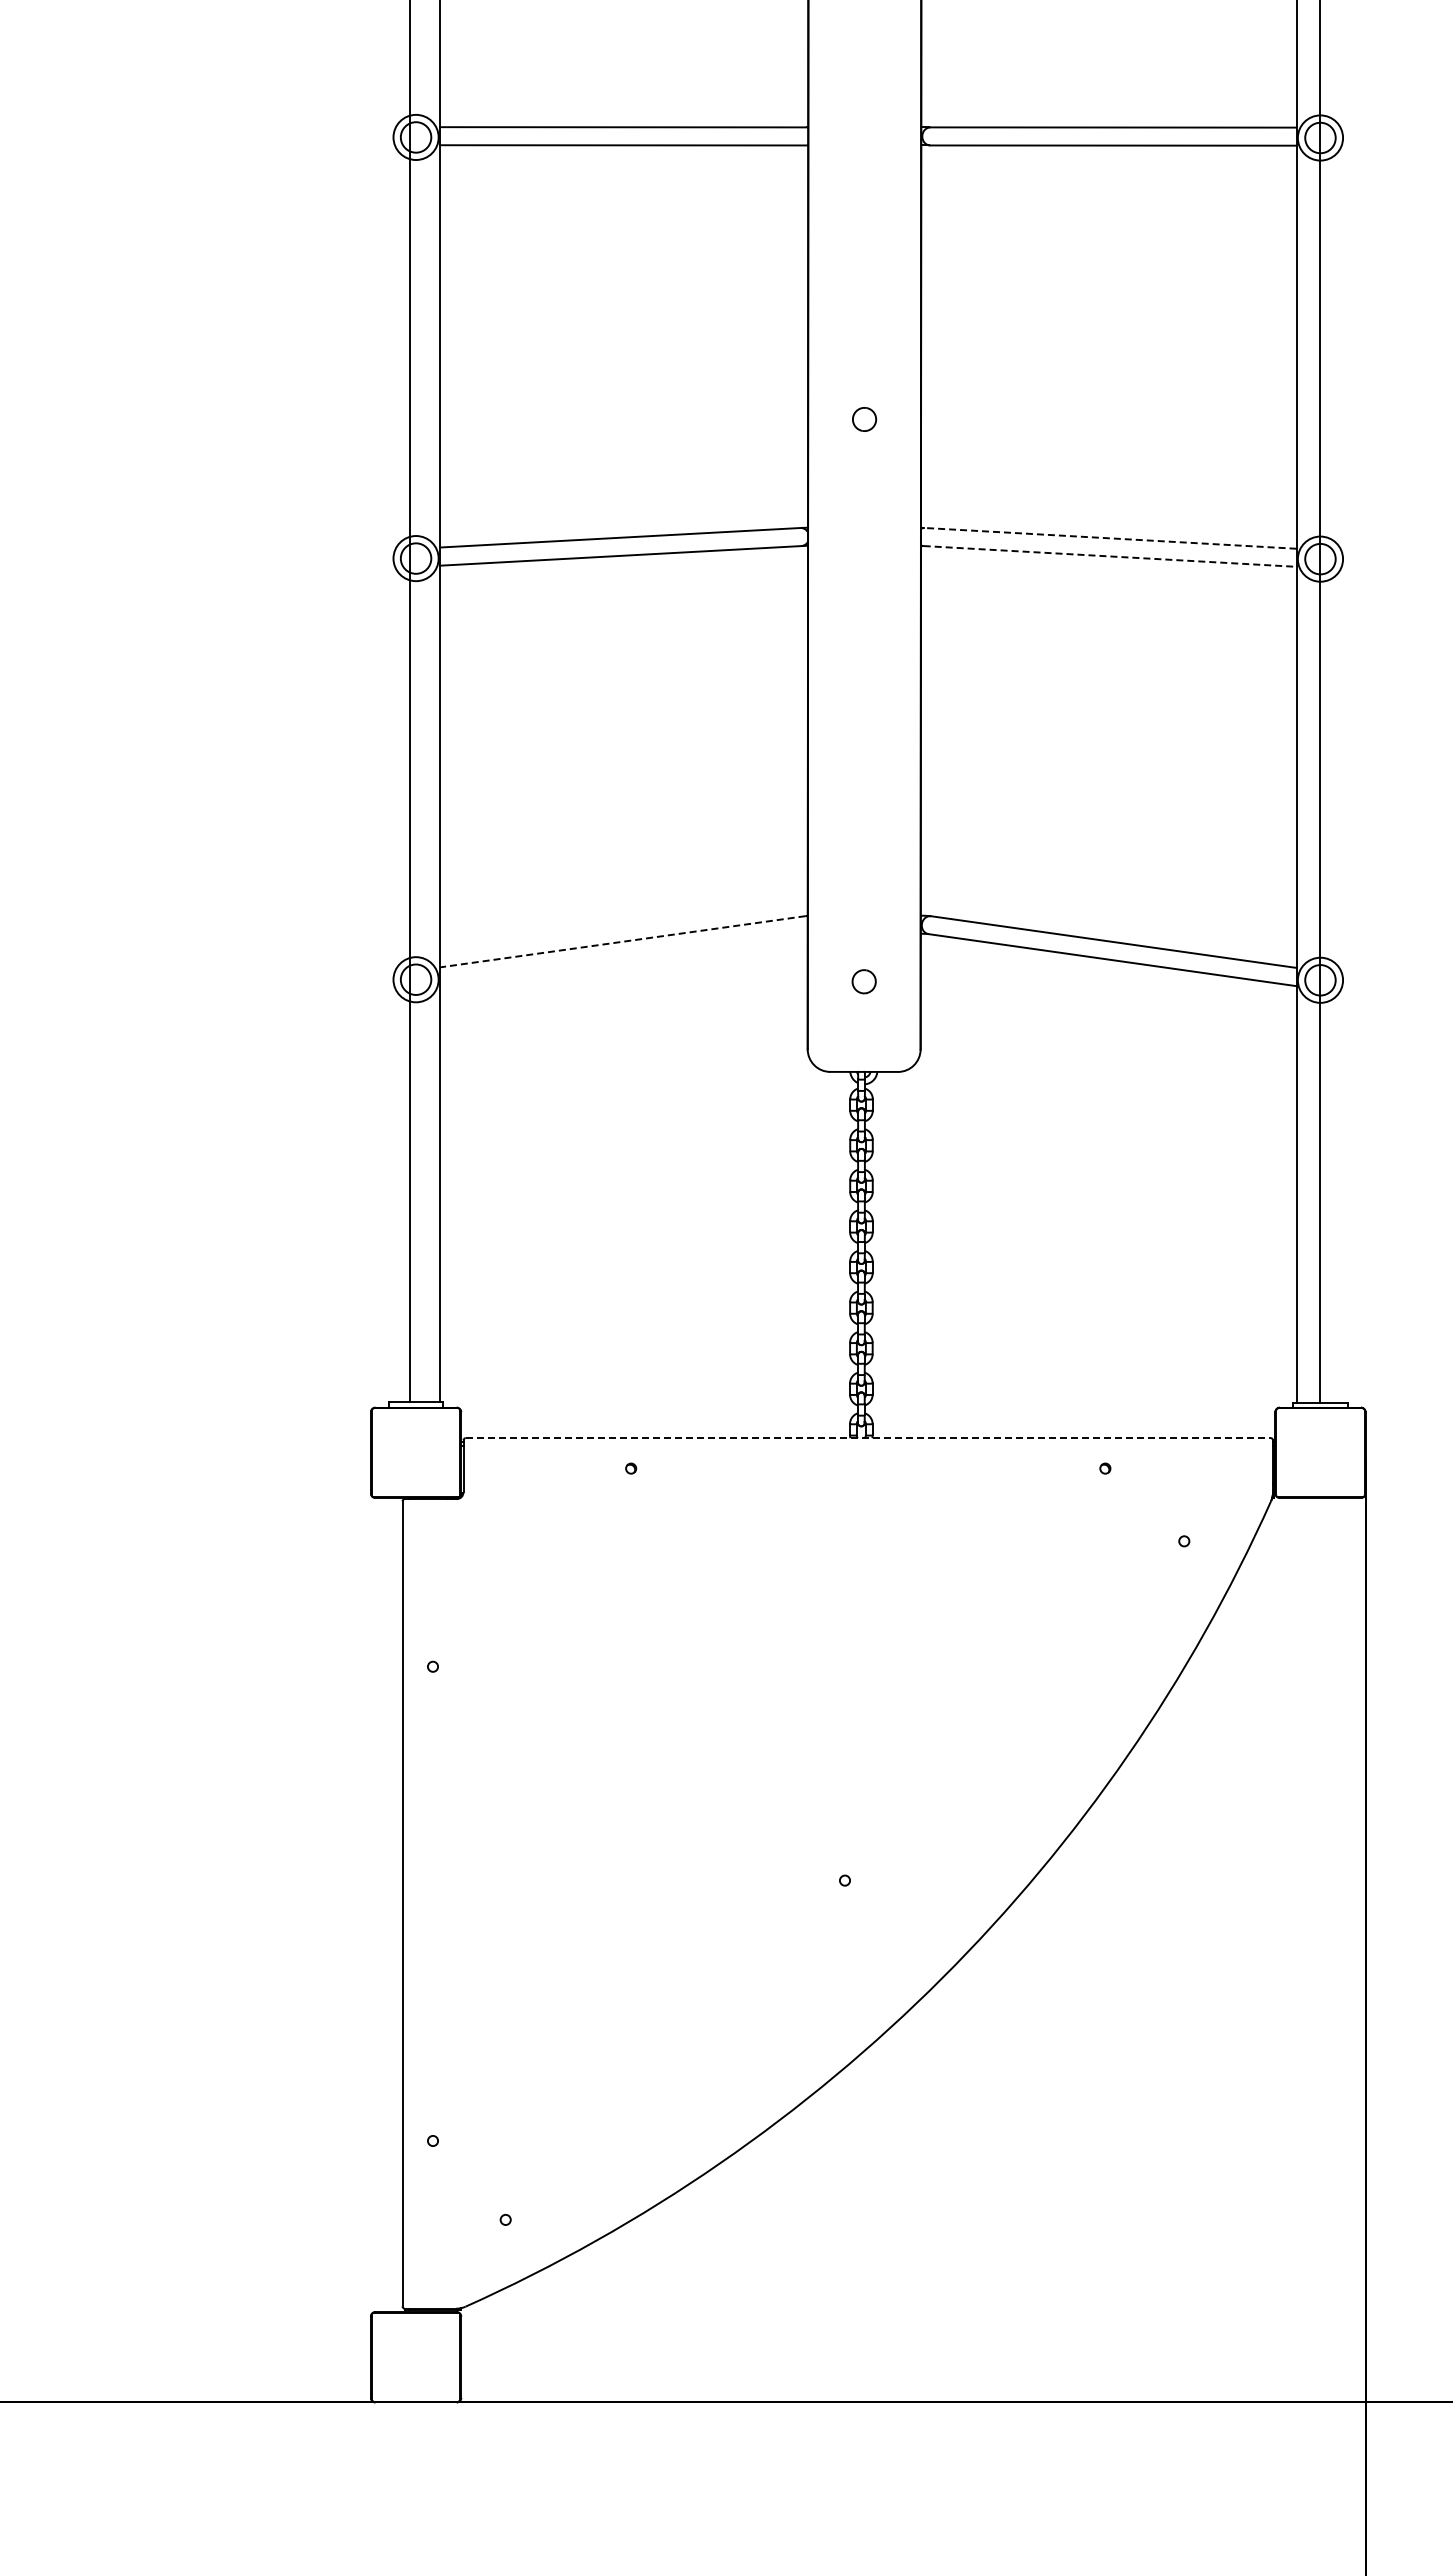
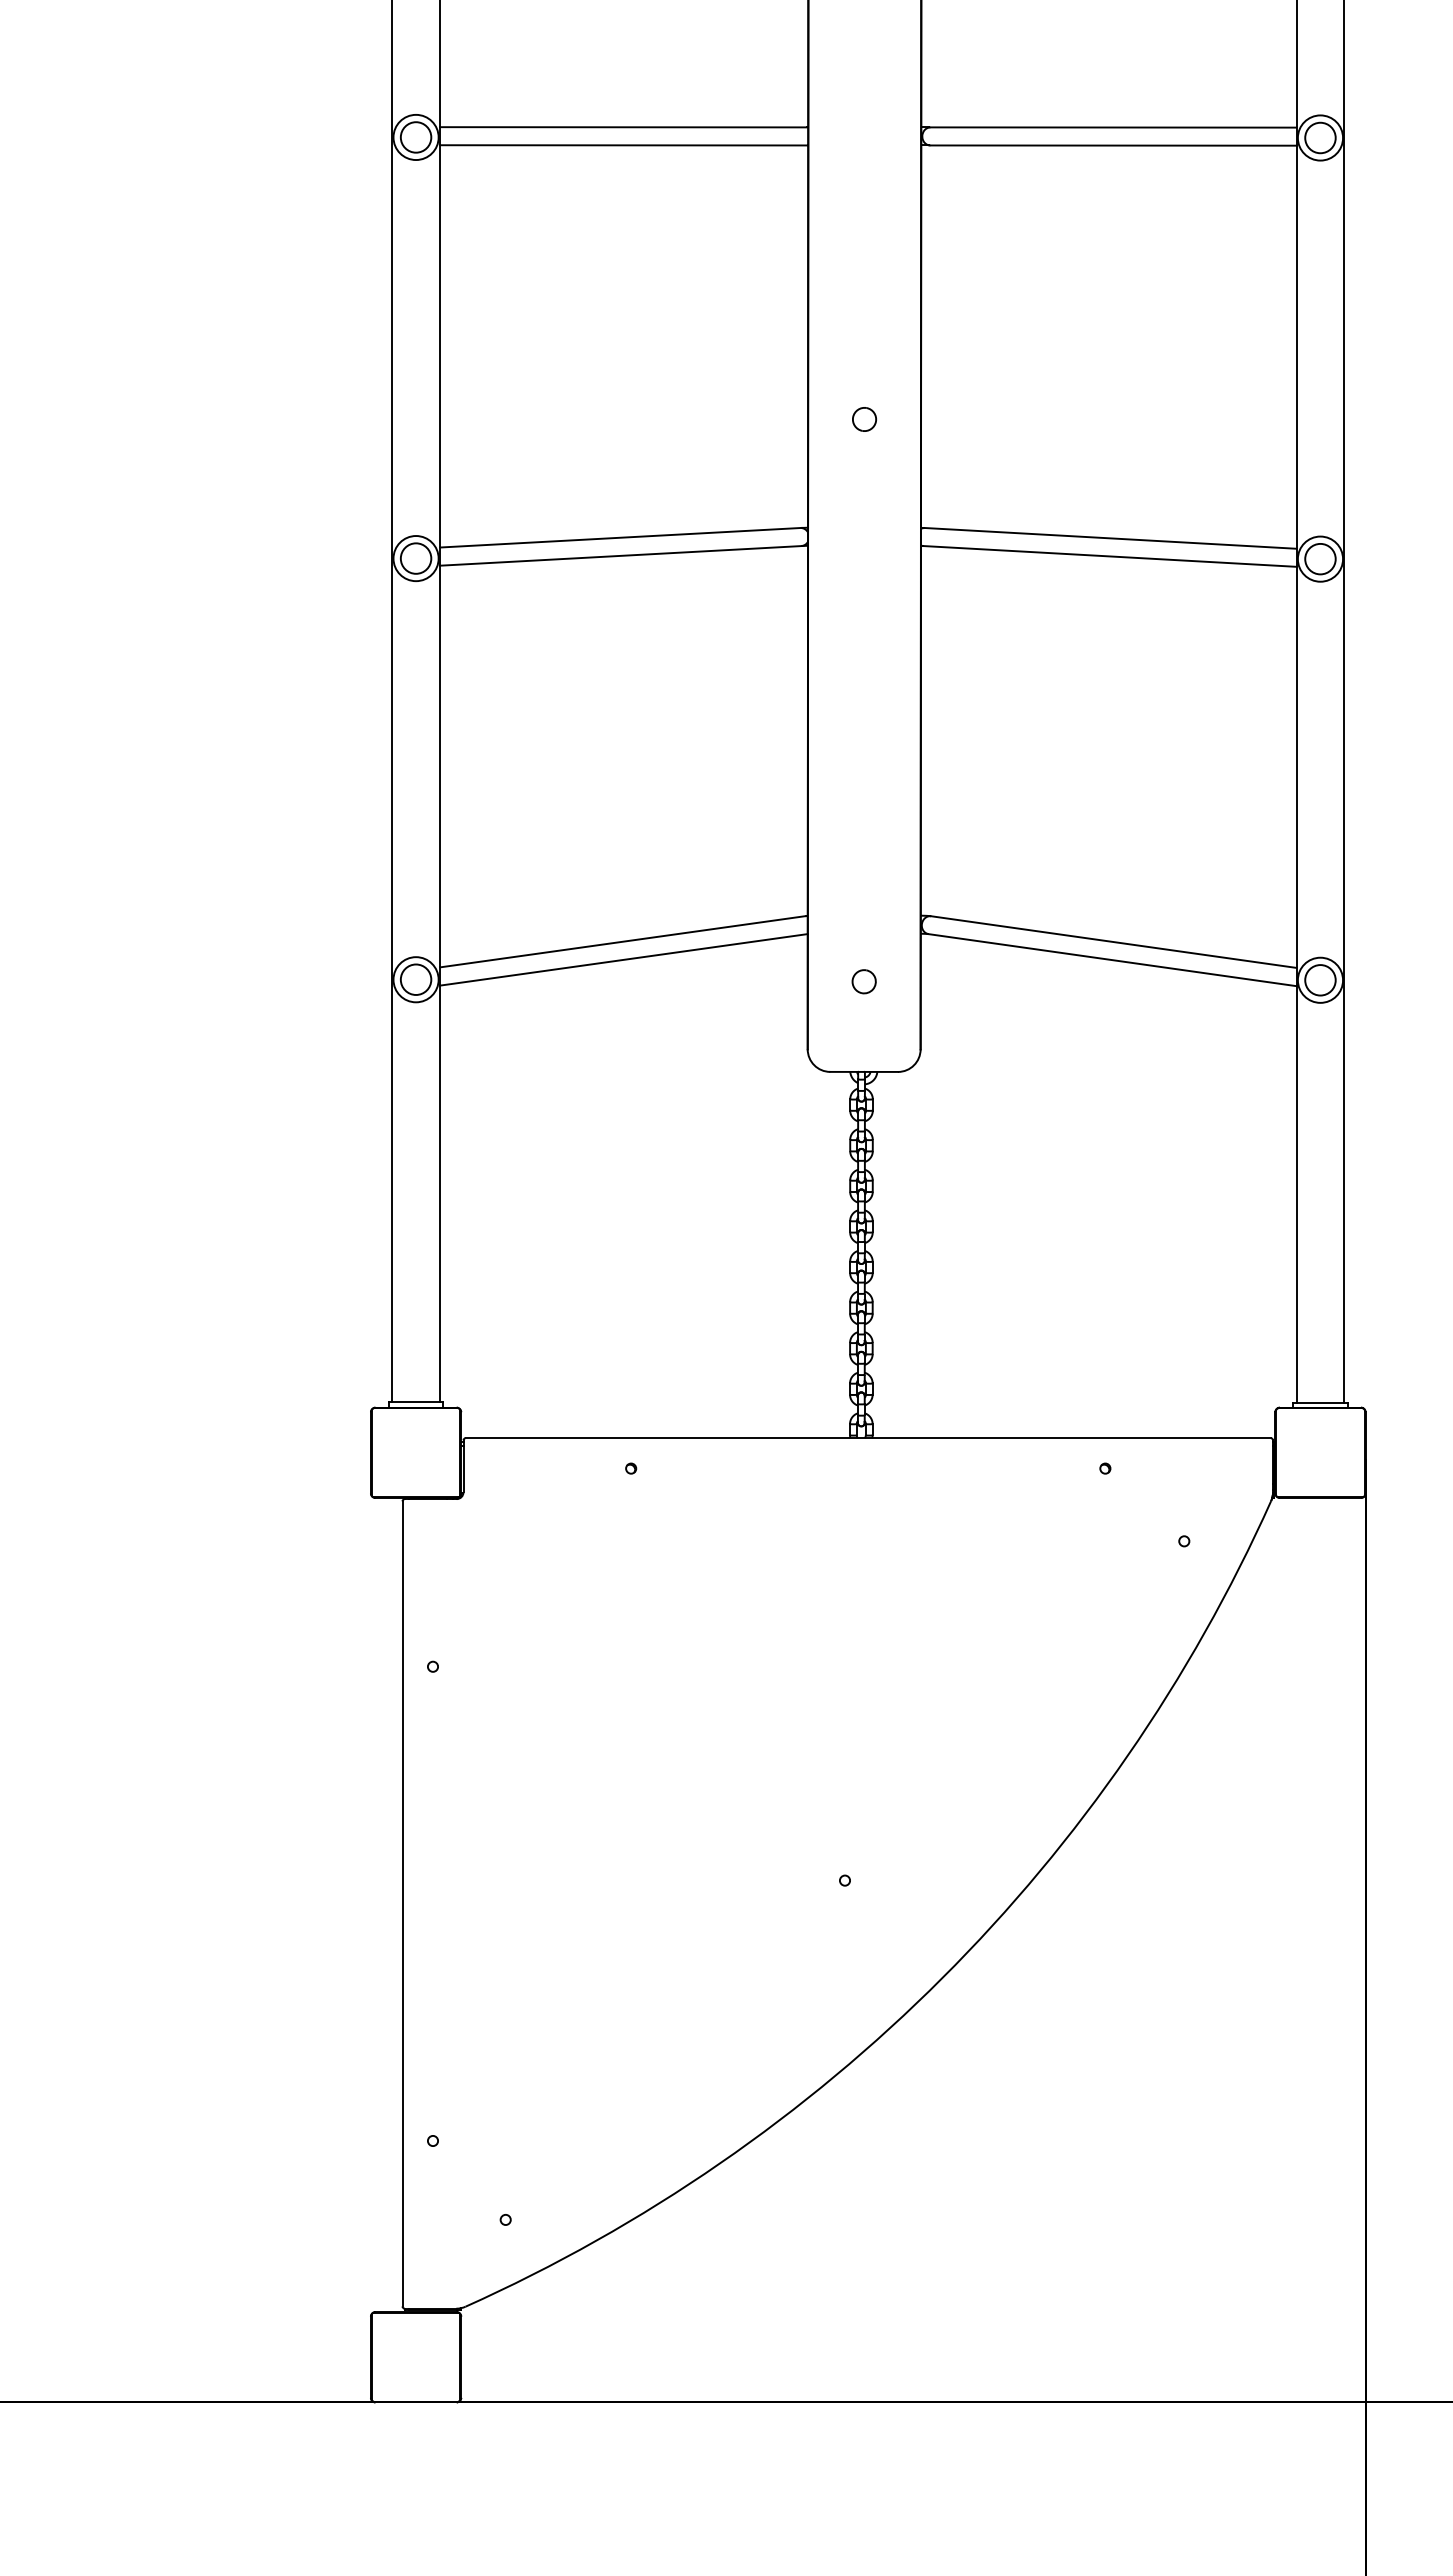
line at (1110, 538): dashed -> solid
line at (1110, 556): dashed -> solid
line at (410, 702) position: (410, 702) -> (392, 702)
line at (1320, 702) position: (1320, 702) -> (1344, 702)
line at (622, 941): dashed -> solid
line at (623, 959): none -> present
line at (868, 1438): dashed -> solid
